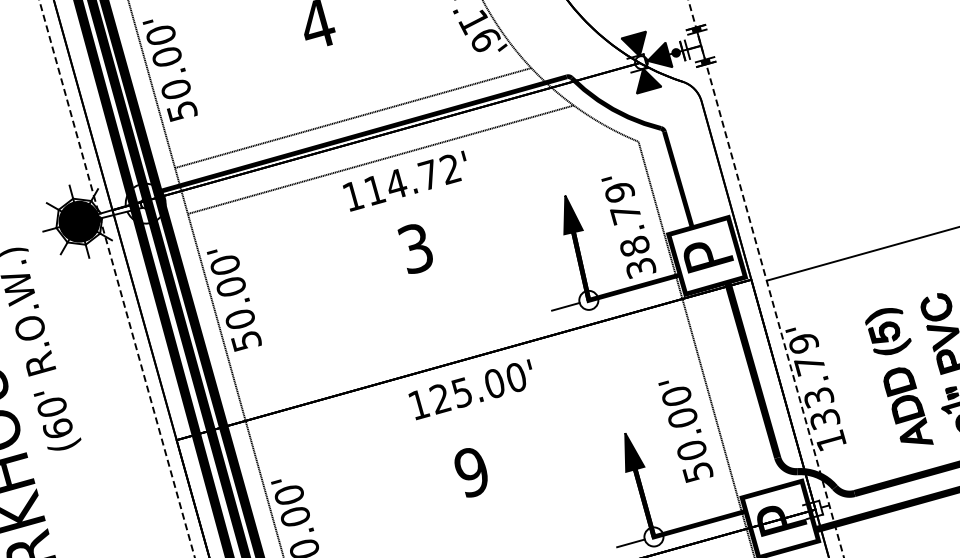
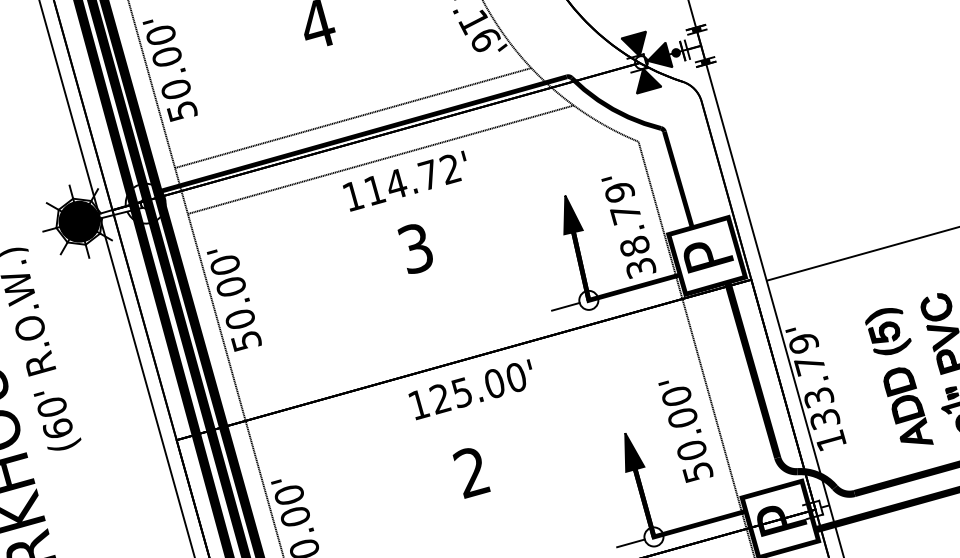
line at (117, 279): dashed -> solid
line at (766, 279): dashed -> solid
text at (471, 473): 9 -> 2
